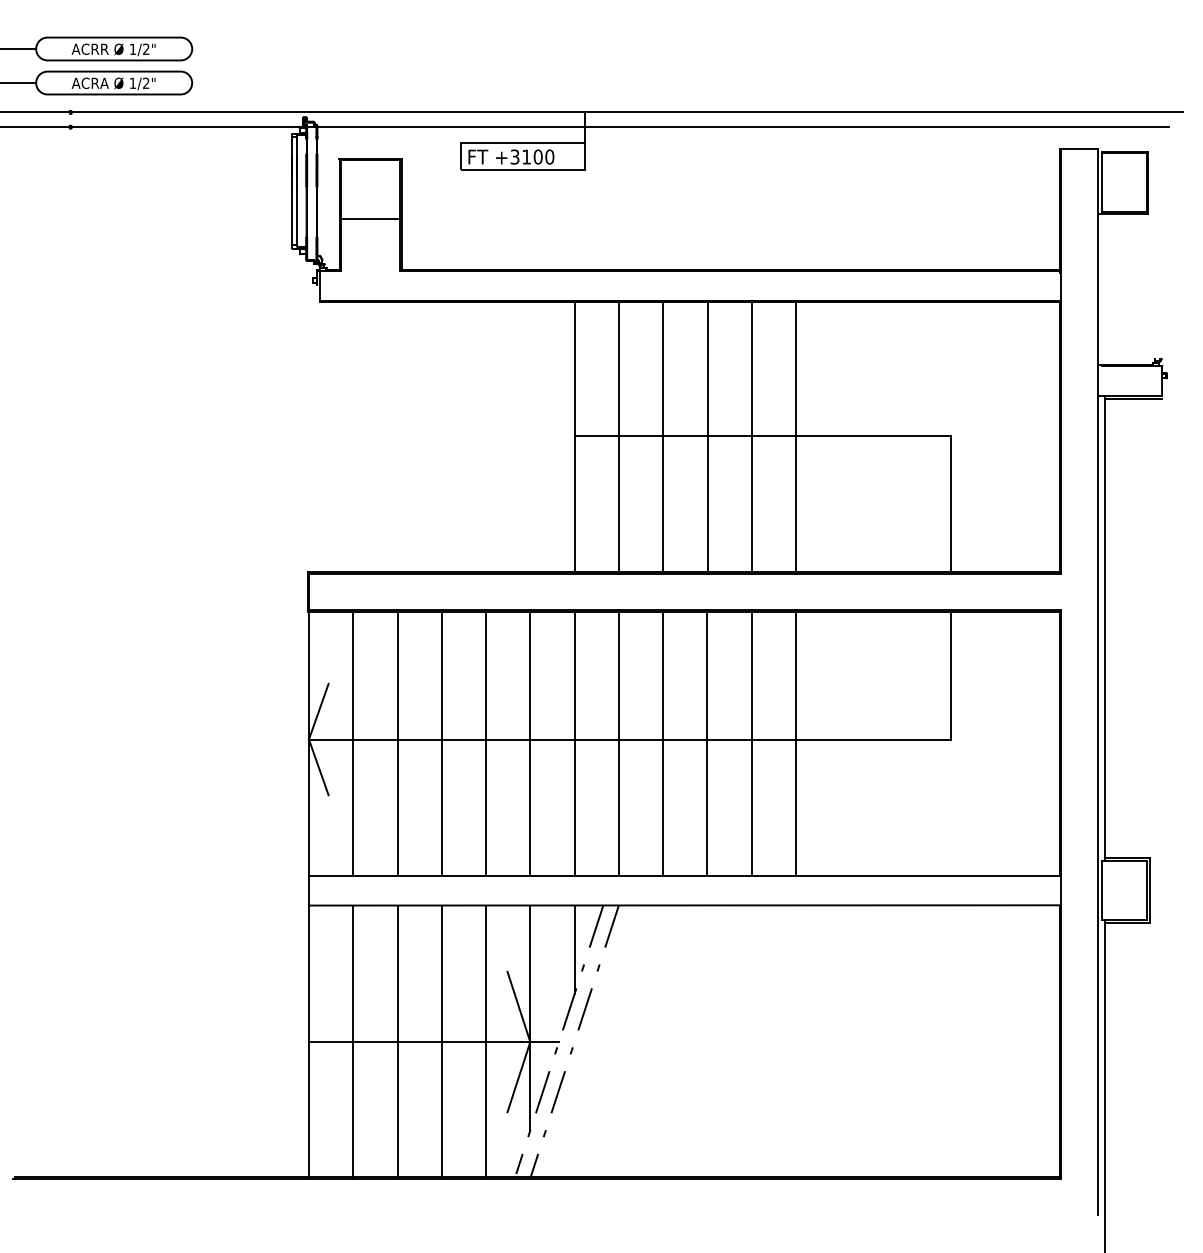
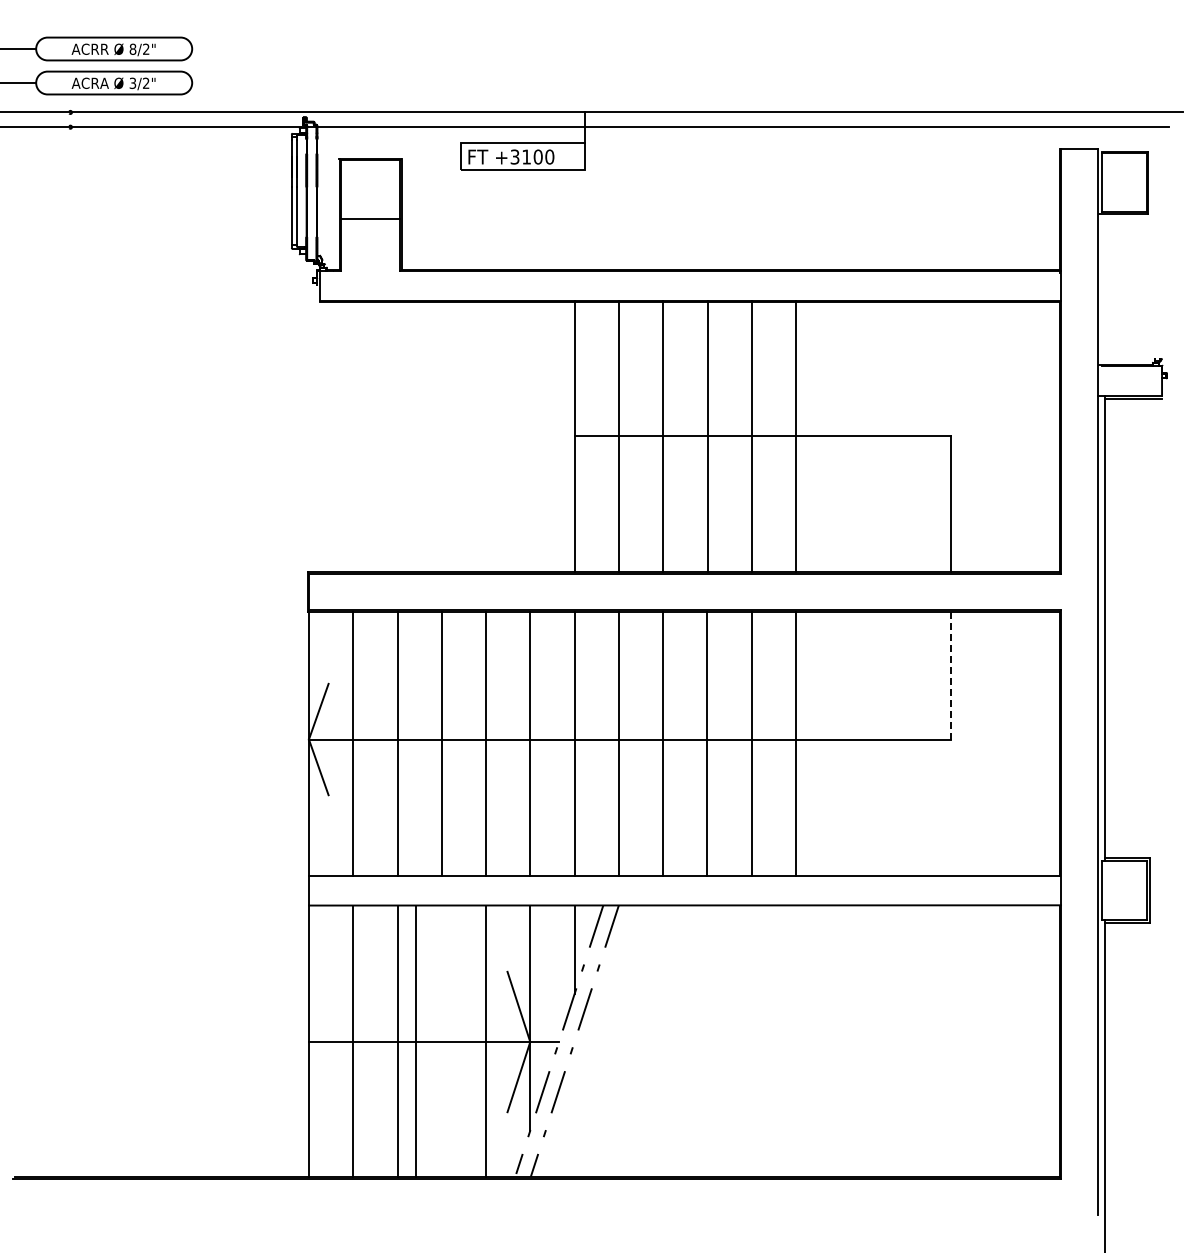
text at (132, 48): 1/2" -> 8/2"
text at (132, 82): 1/2" -> 3/2"
line at (951, 675): solid -> dashed
line at (441, 1041) position: (441, 1041) -> (415, 1041)
